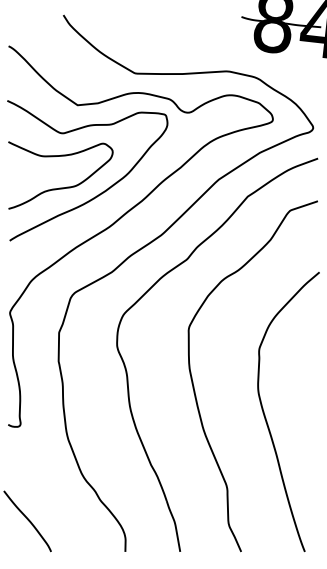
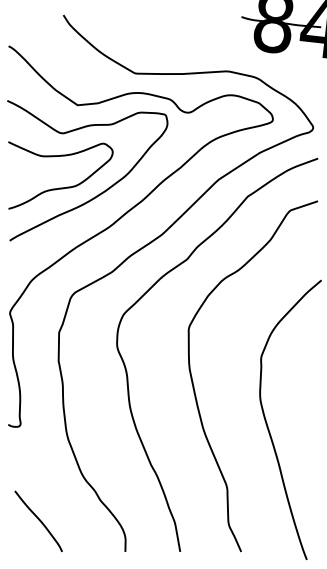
curve at (266, 418) position: (266, 418) -> (268, 426)
curve at (27, 520) position: (27, 520) -> (38, 520)
